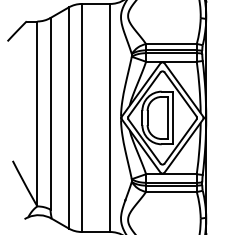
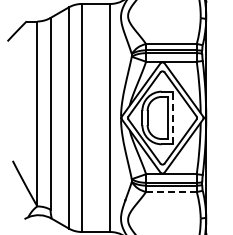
line at (173, 117): solid -> dashed
line at (170, 191): solid -> dashed
